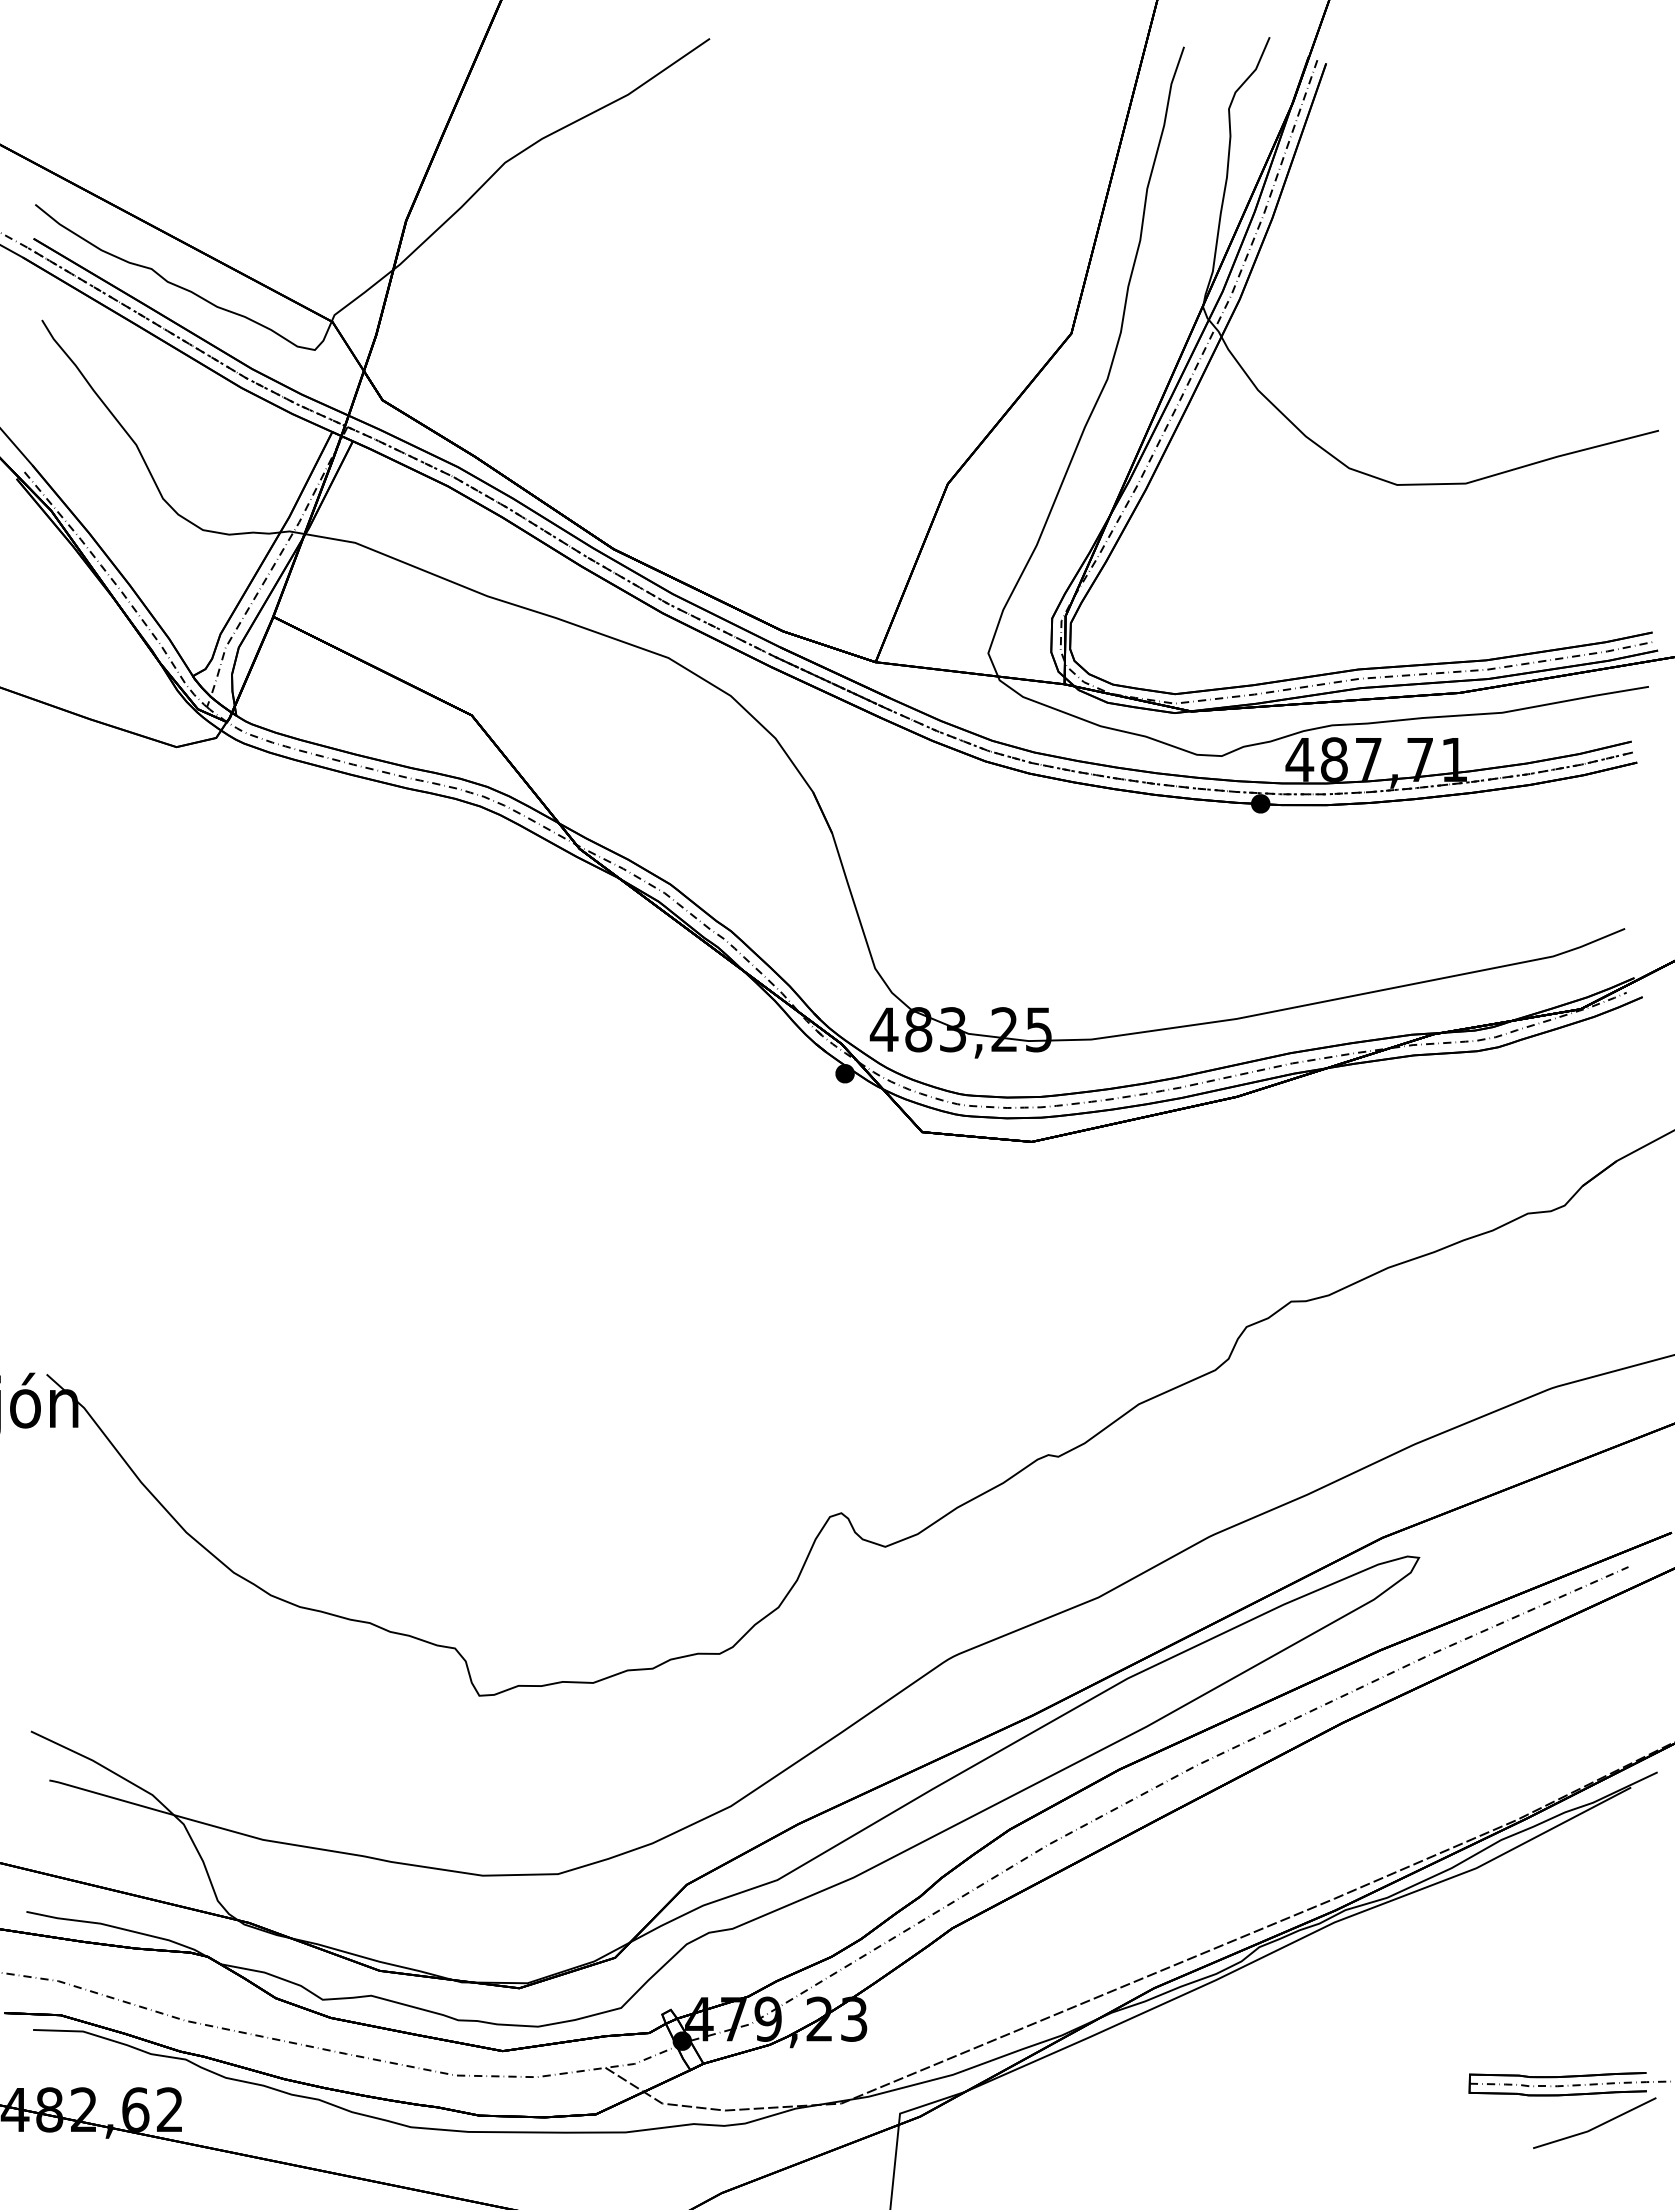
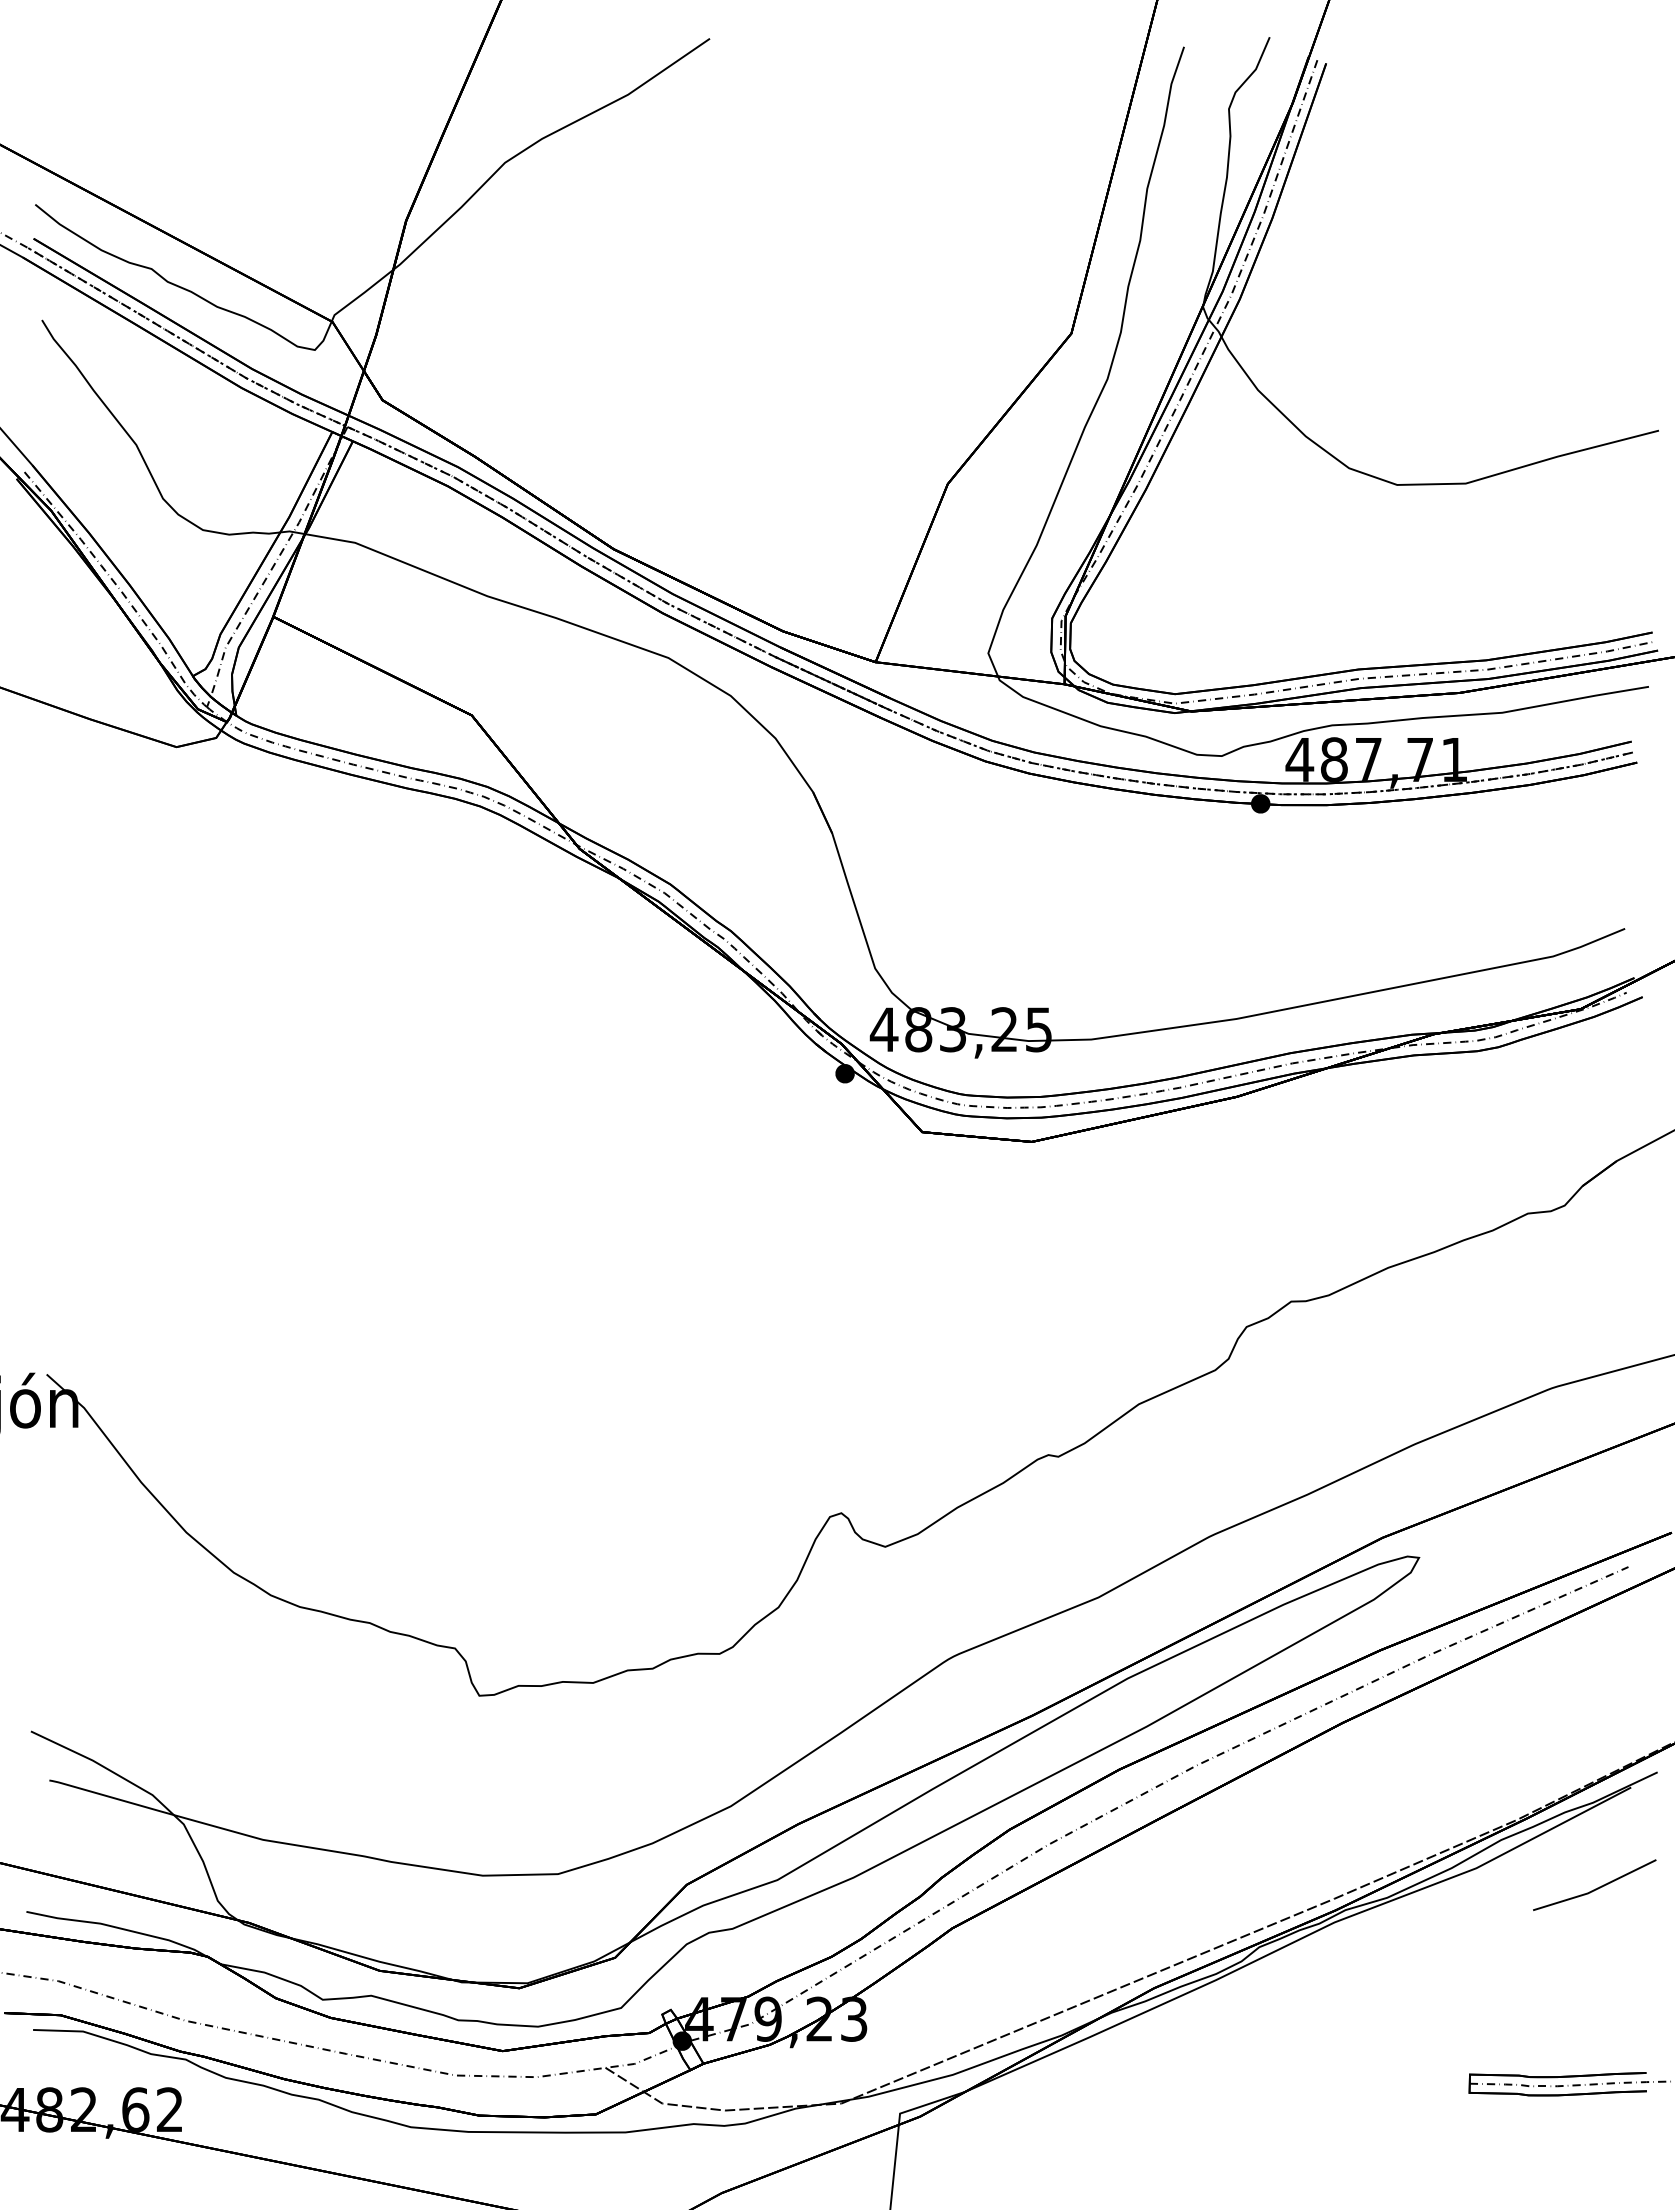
line at (1595, 2126) position: (1595, 2126) -> (1595, 1888)
